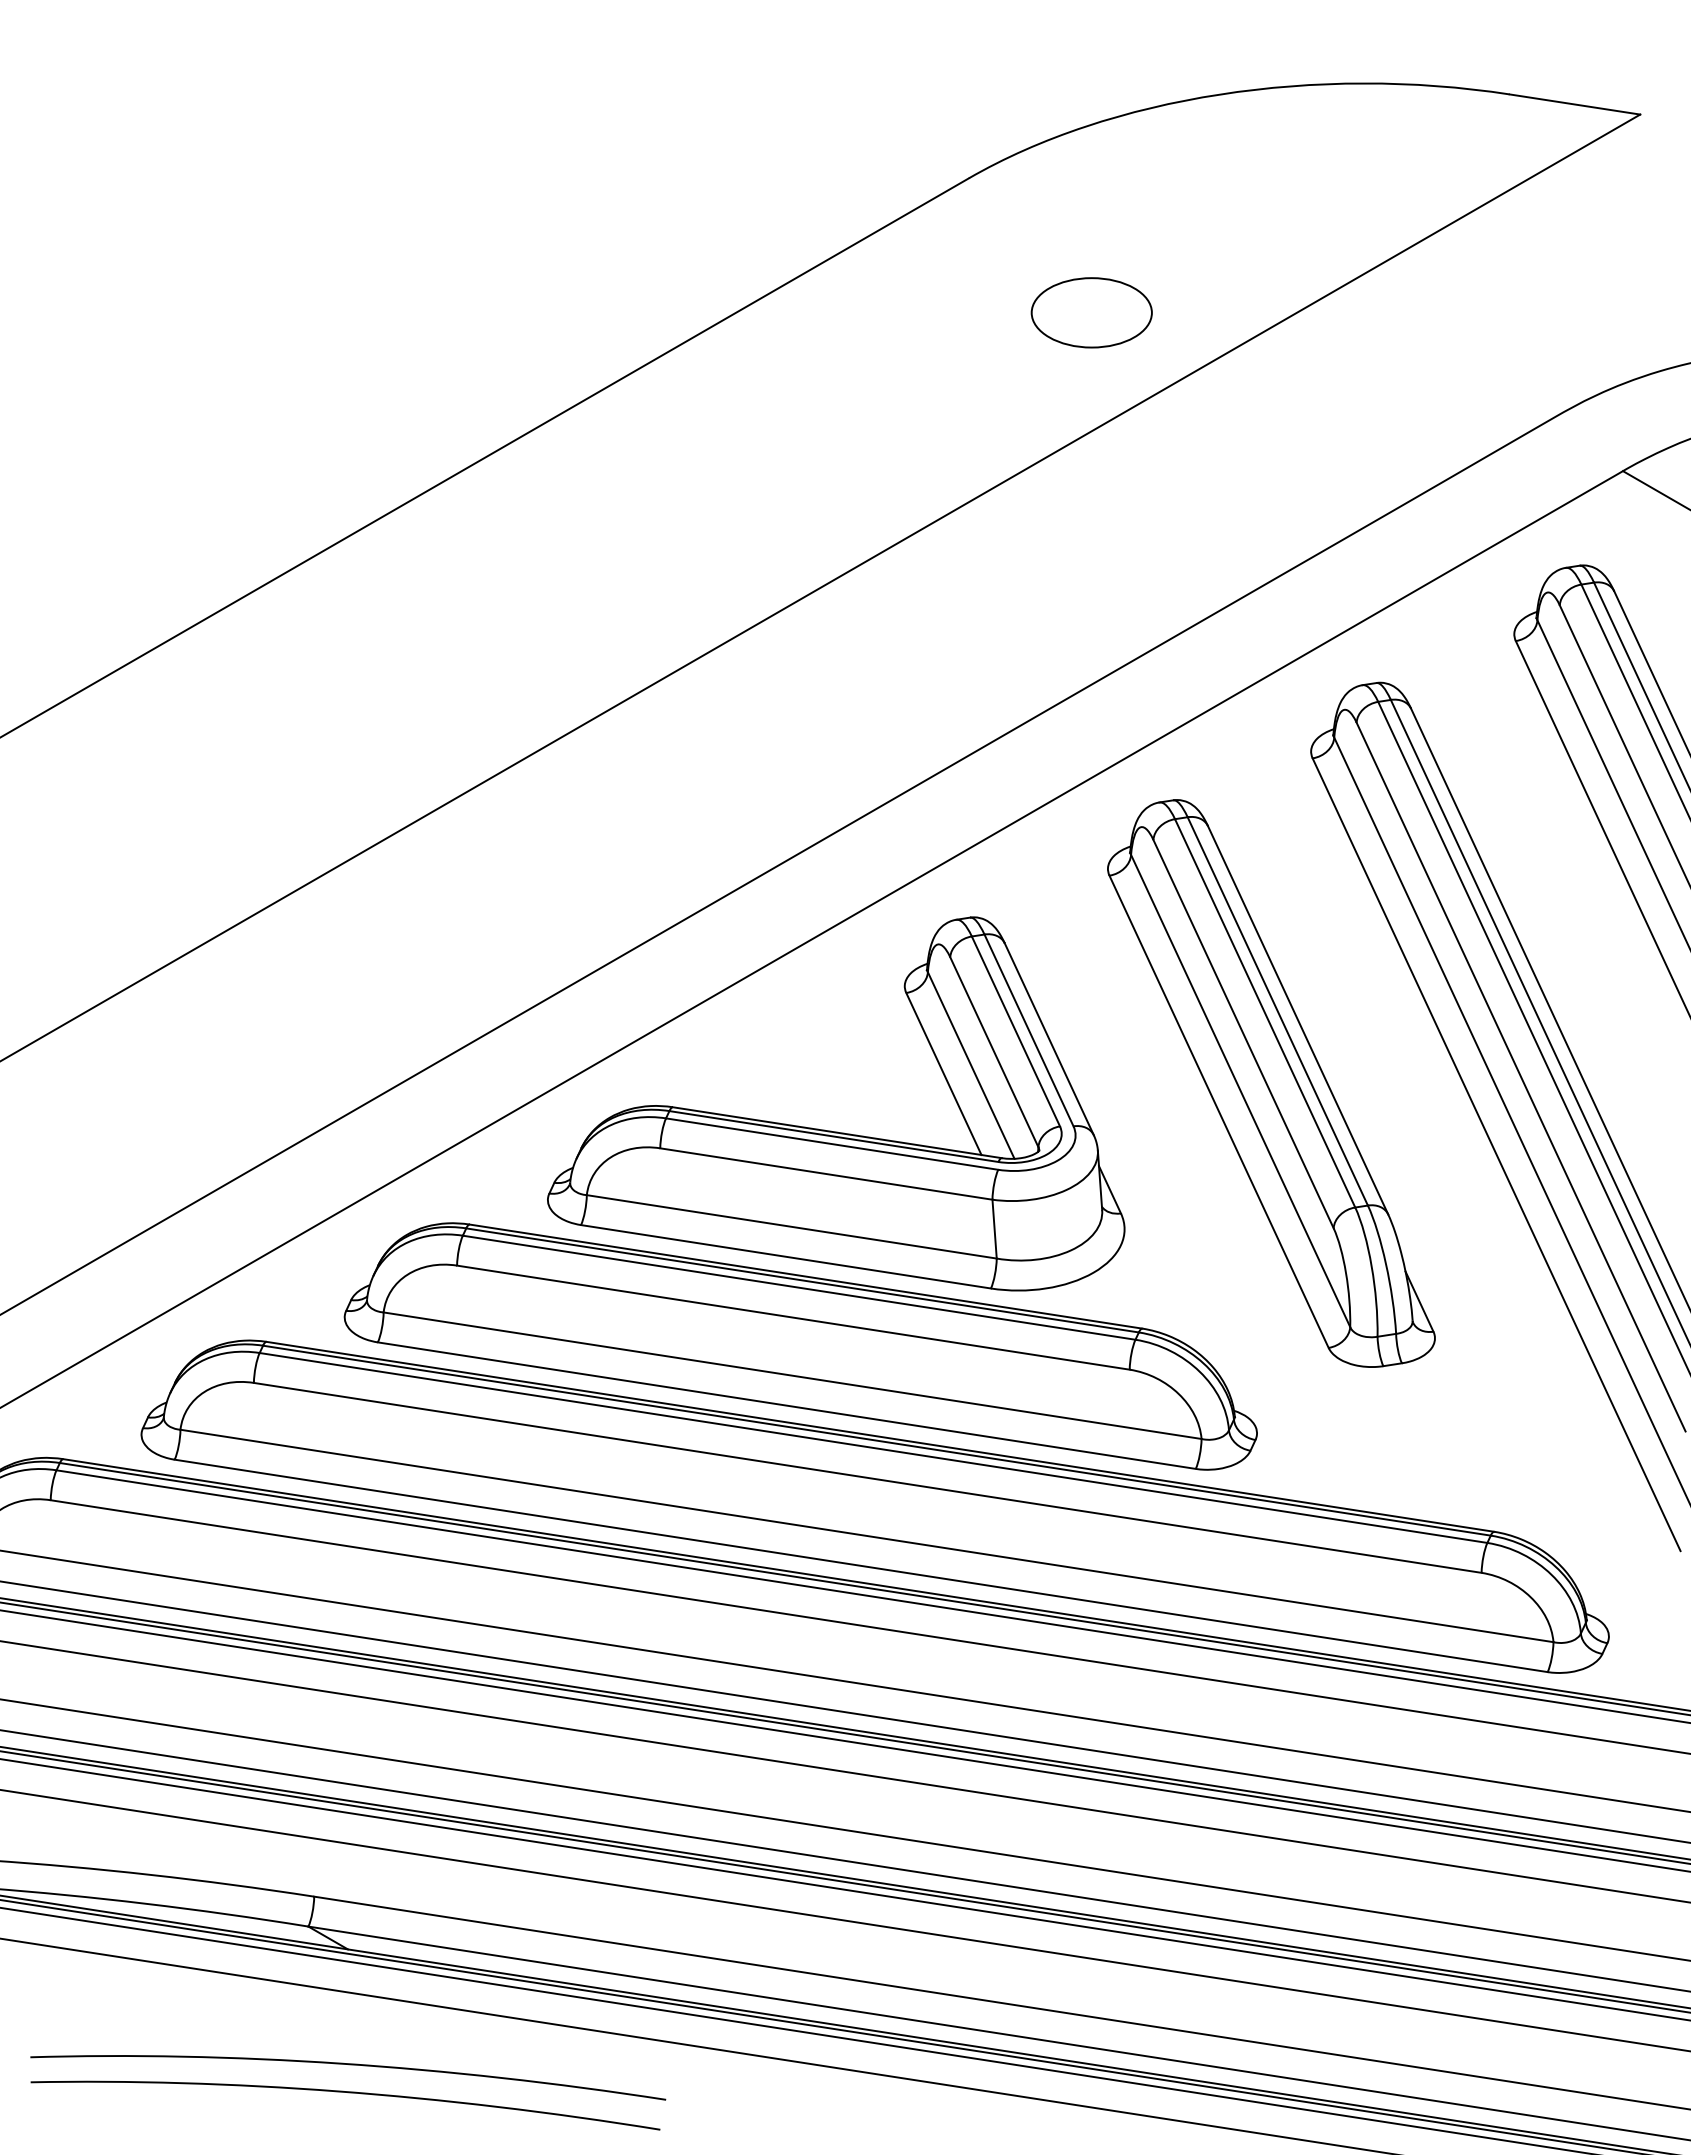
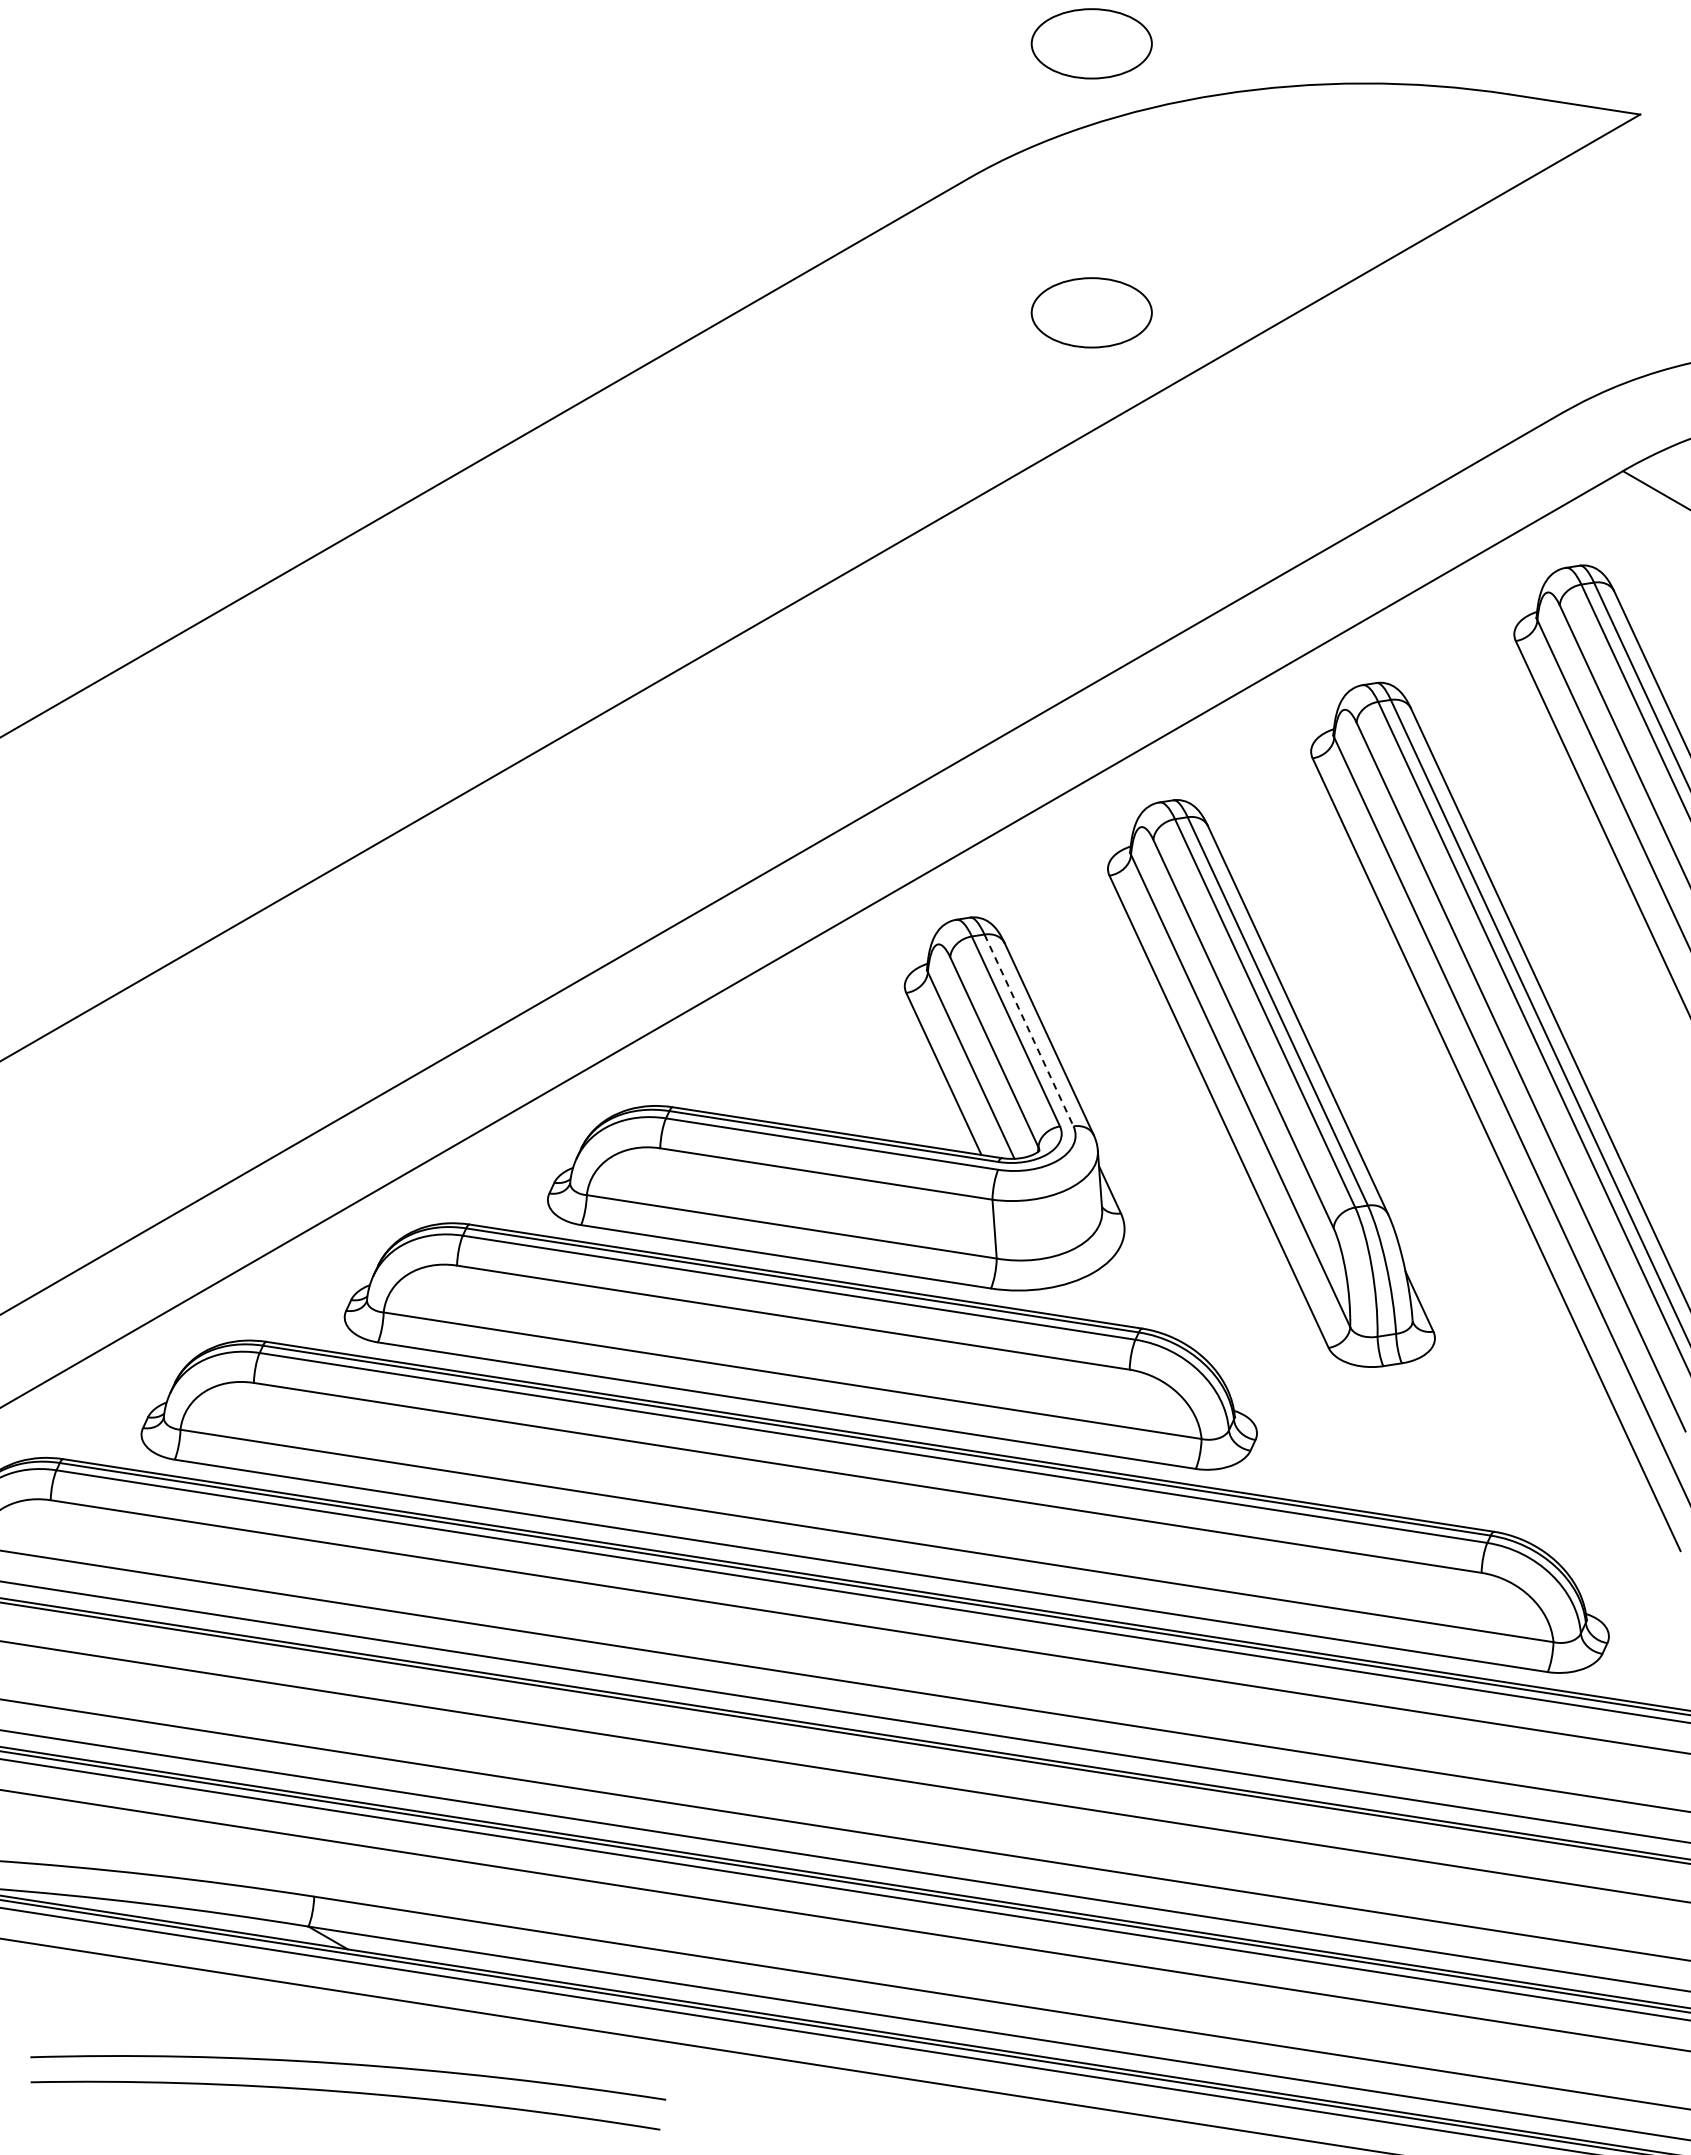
part at (1091, 43): none -> present
line at (1029, 1030): solid -> dashed
line at (844, 1740): present -> none
